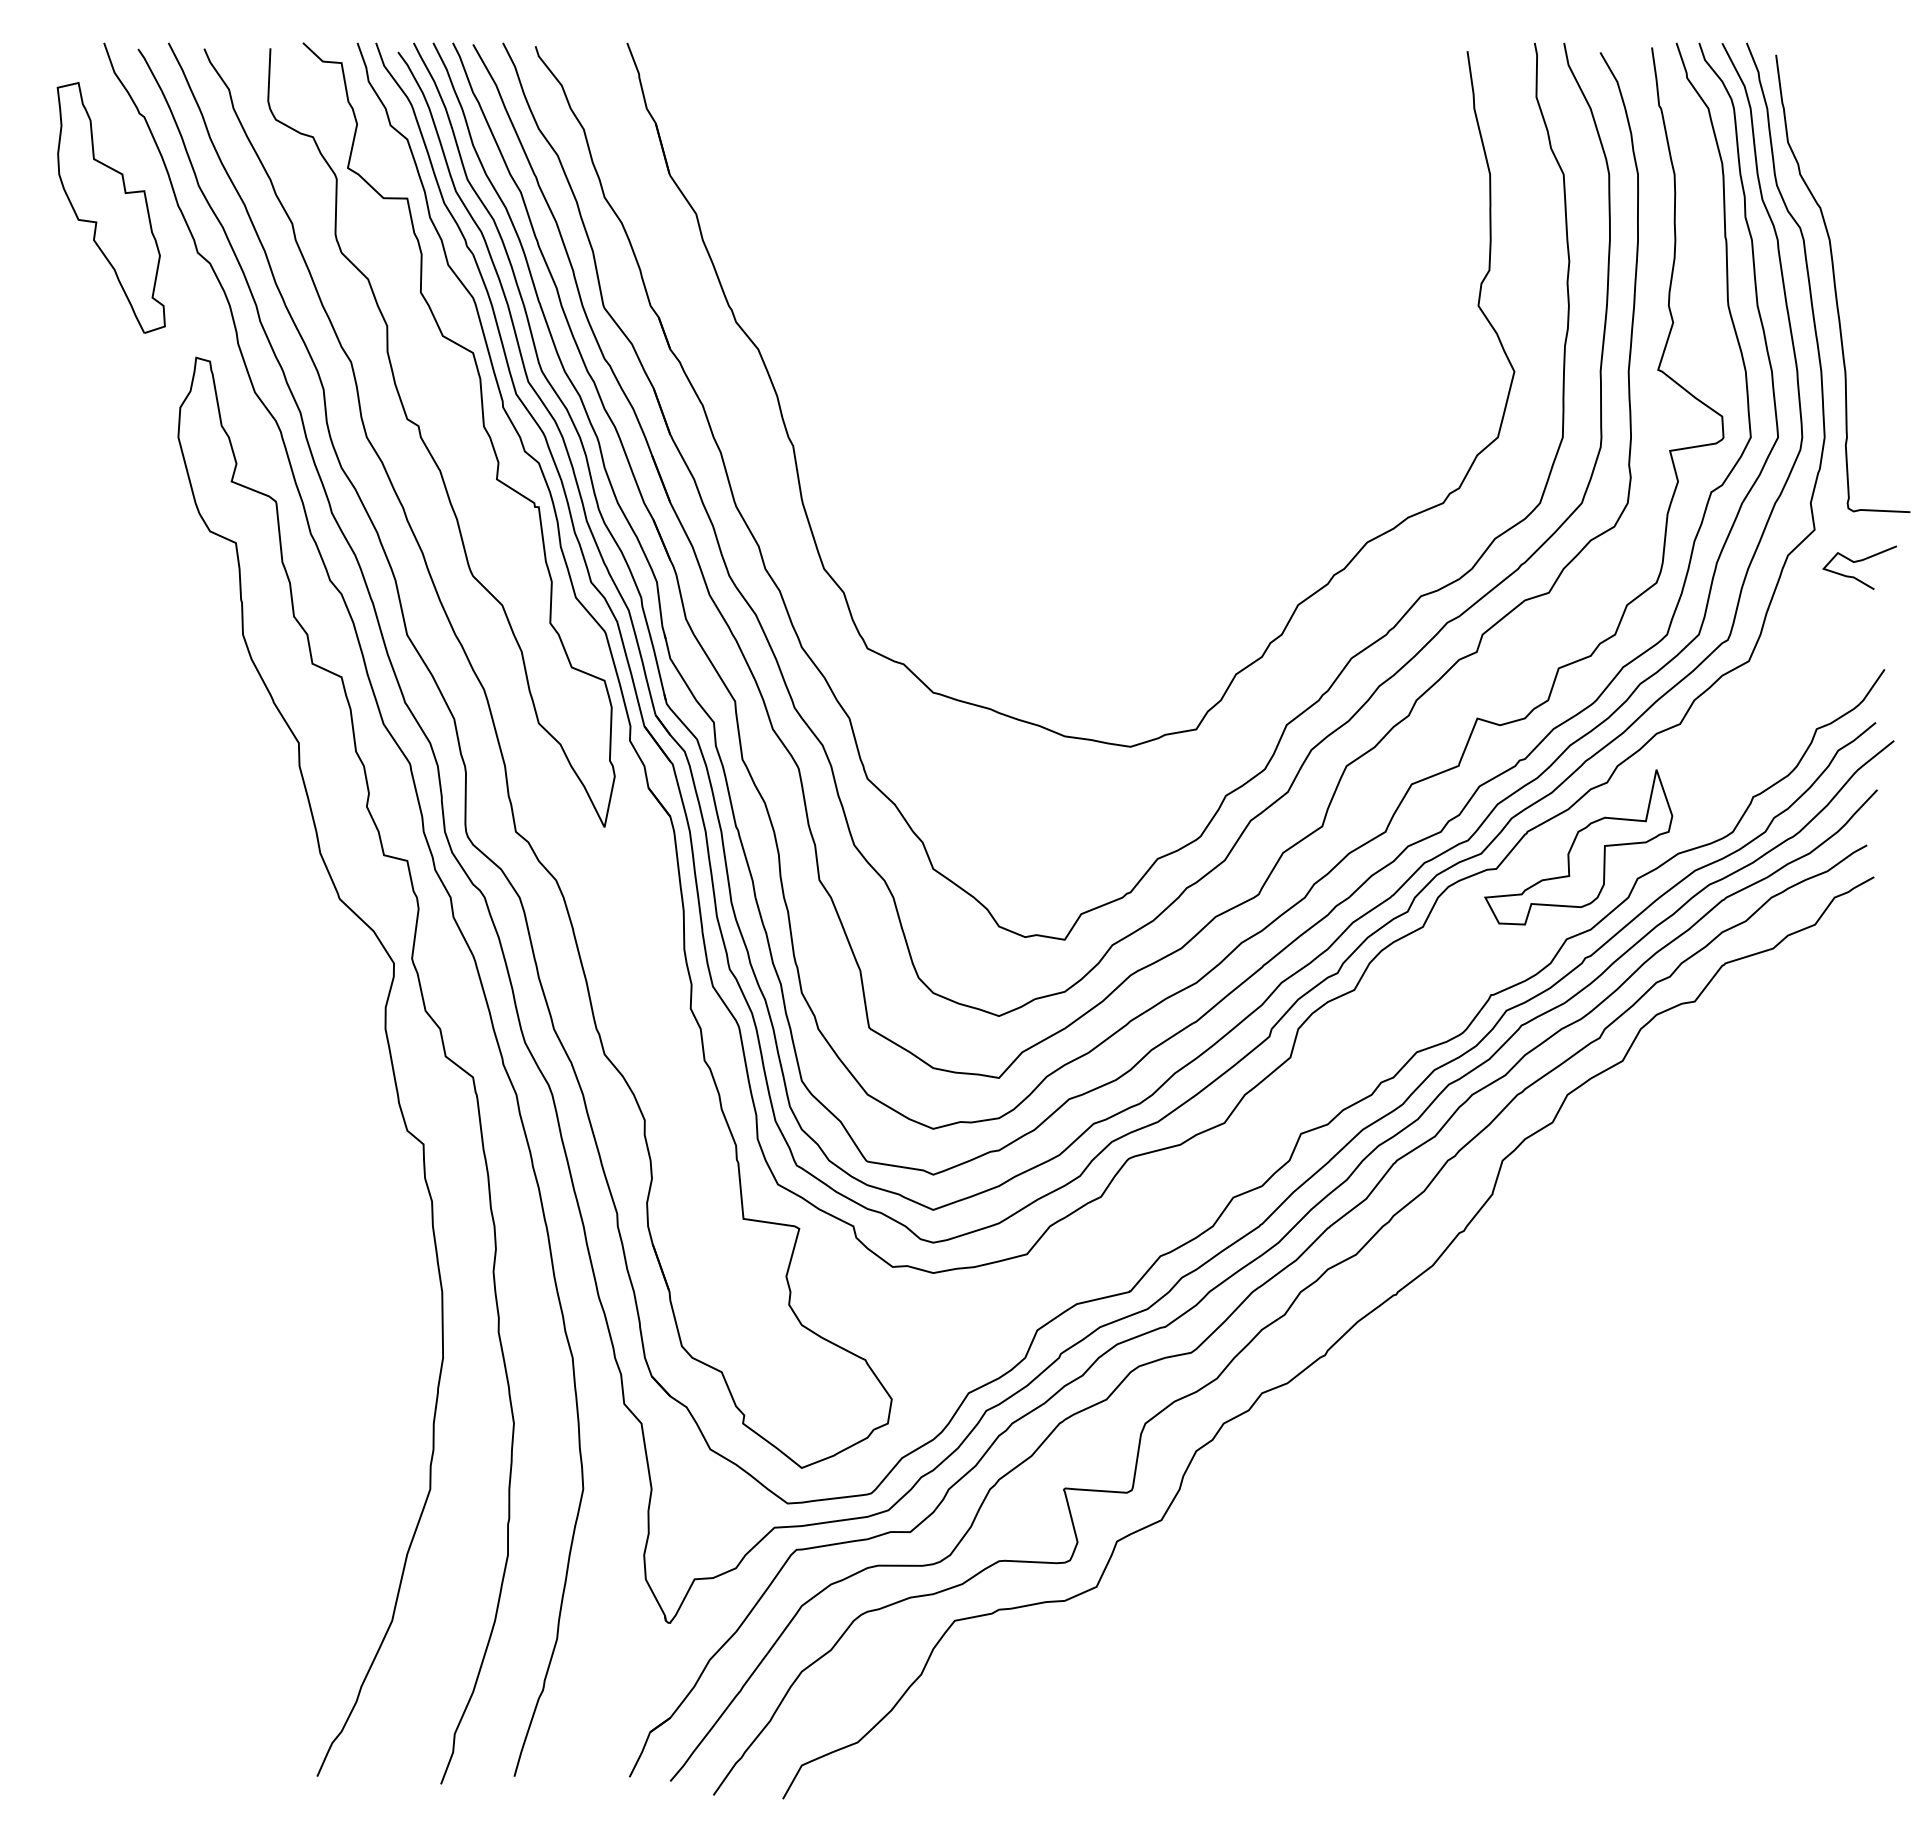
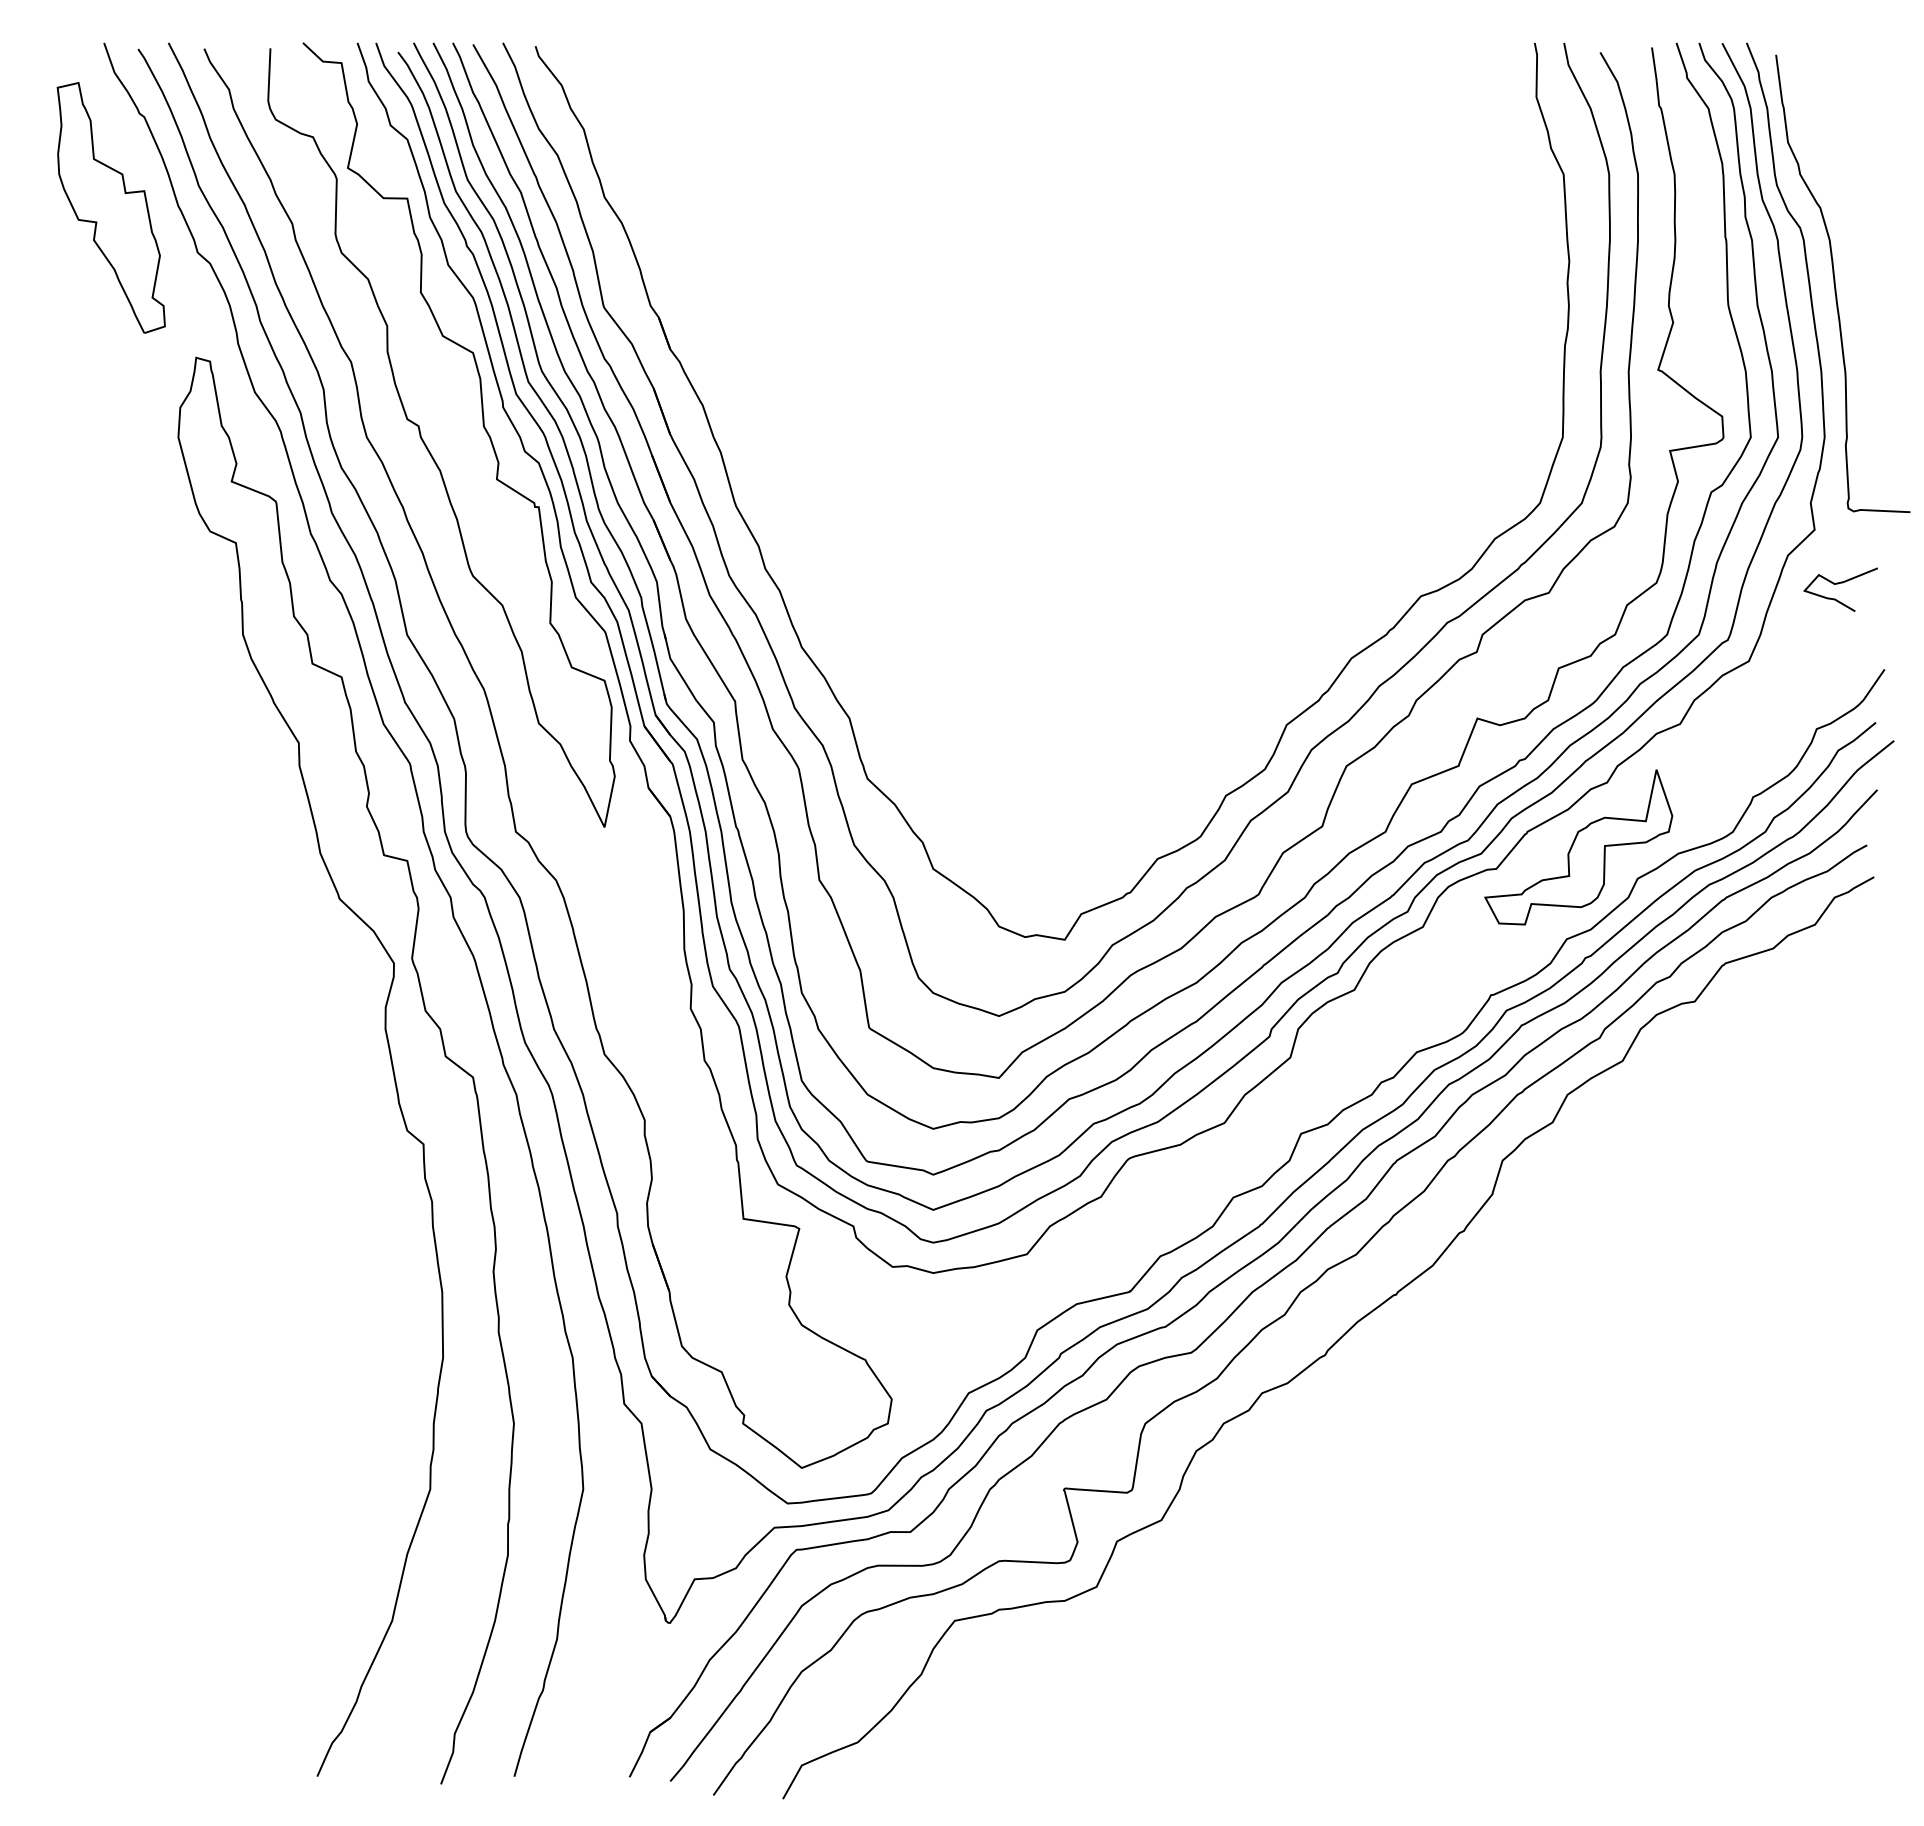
part at (794, 446): present -> none
curve at (1857, 562) position: (1857, 562) -> (1838, 584)
